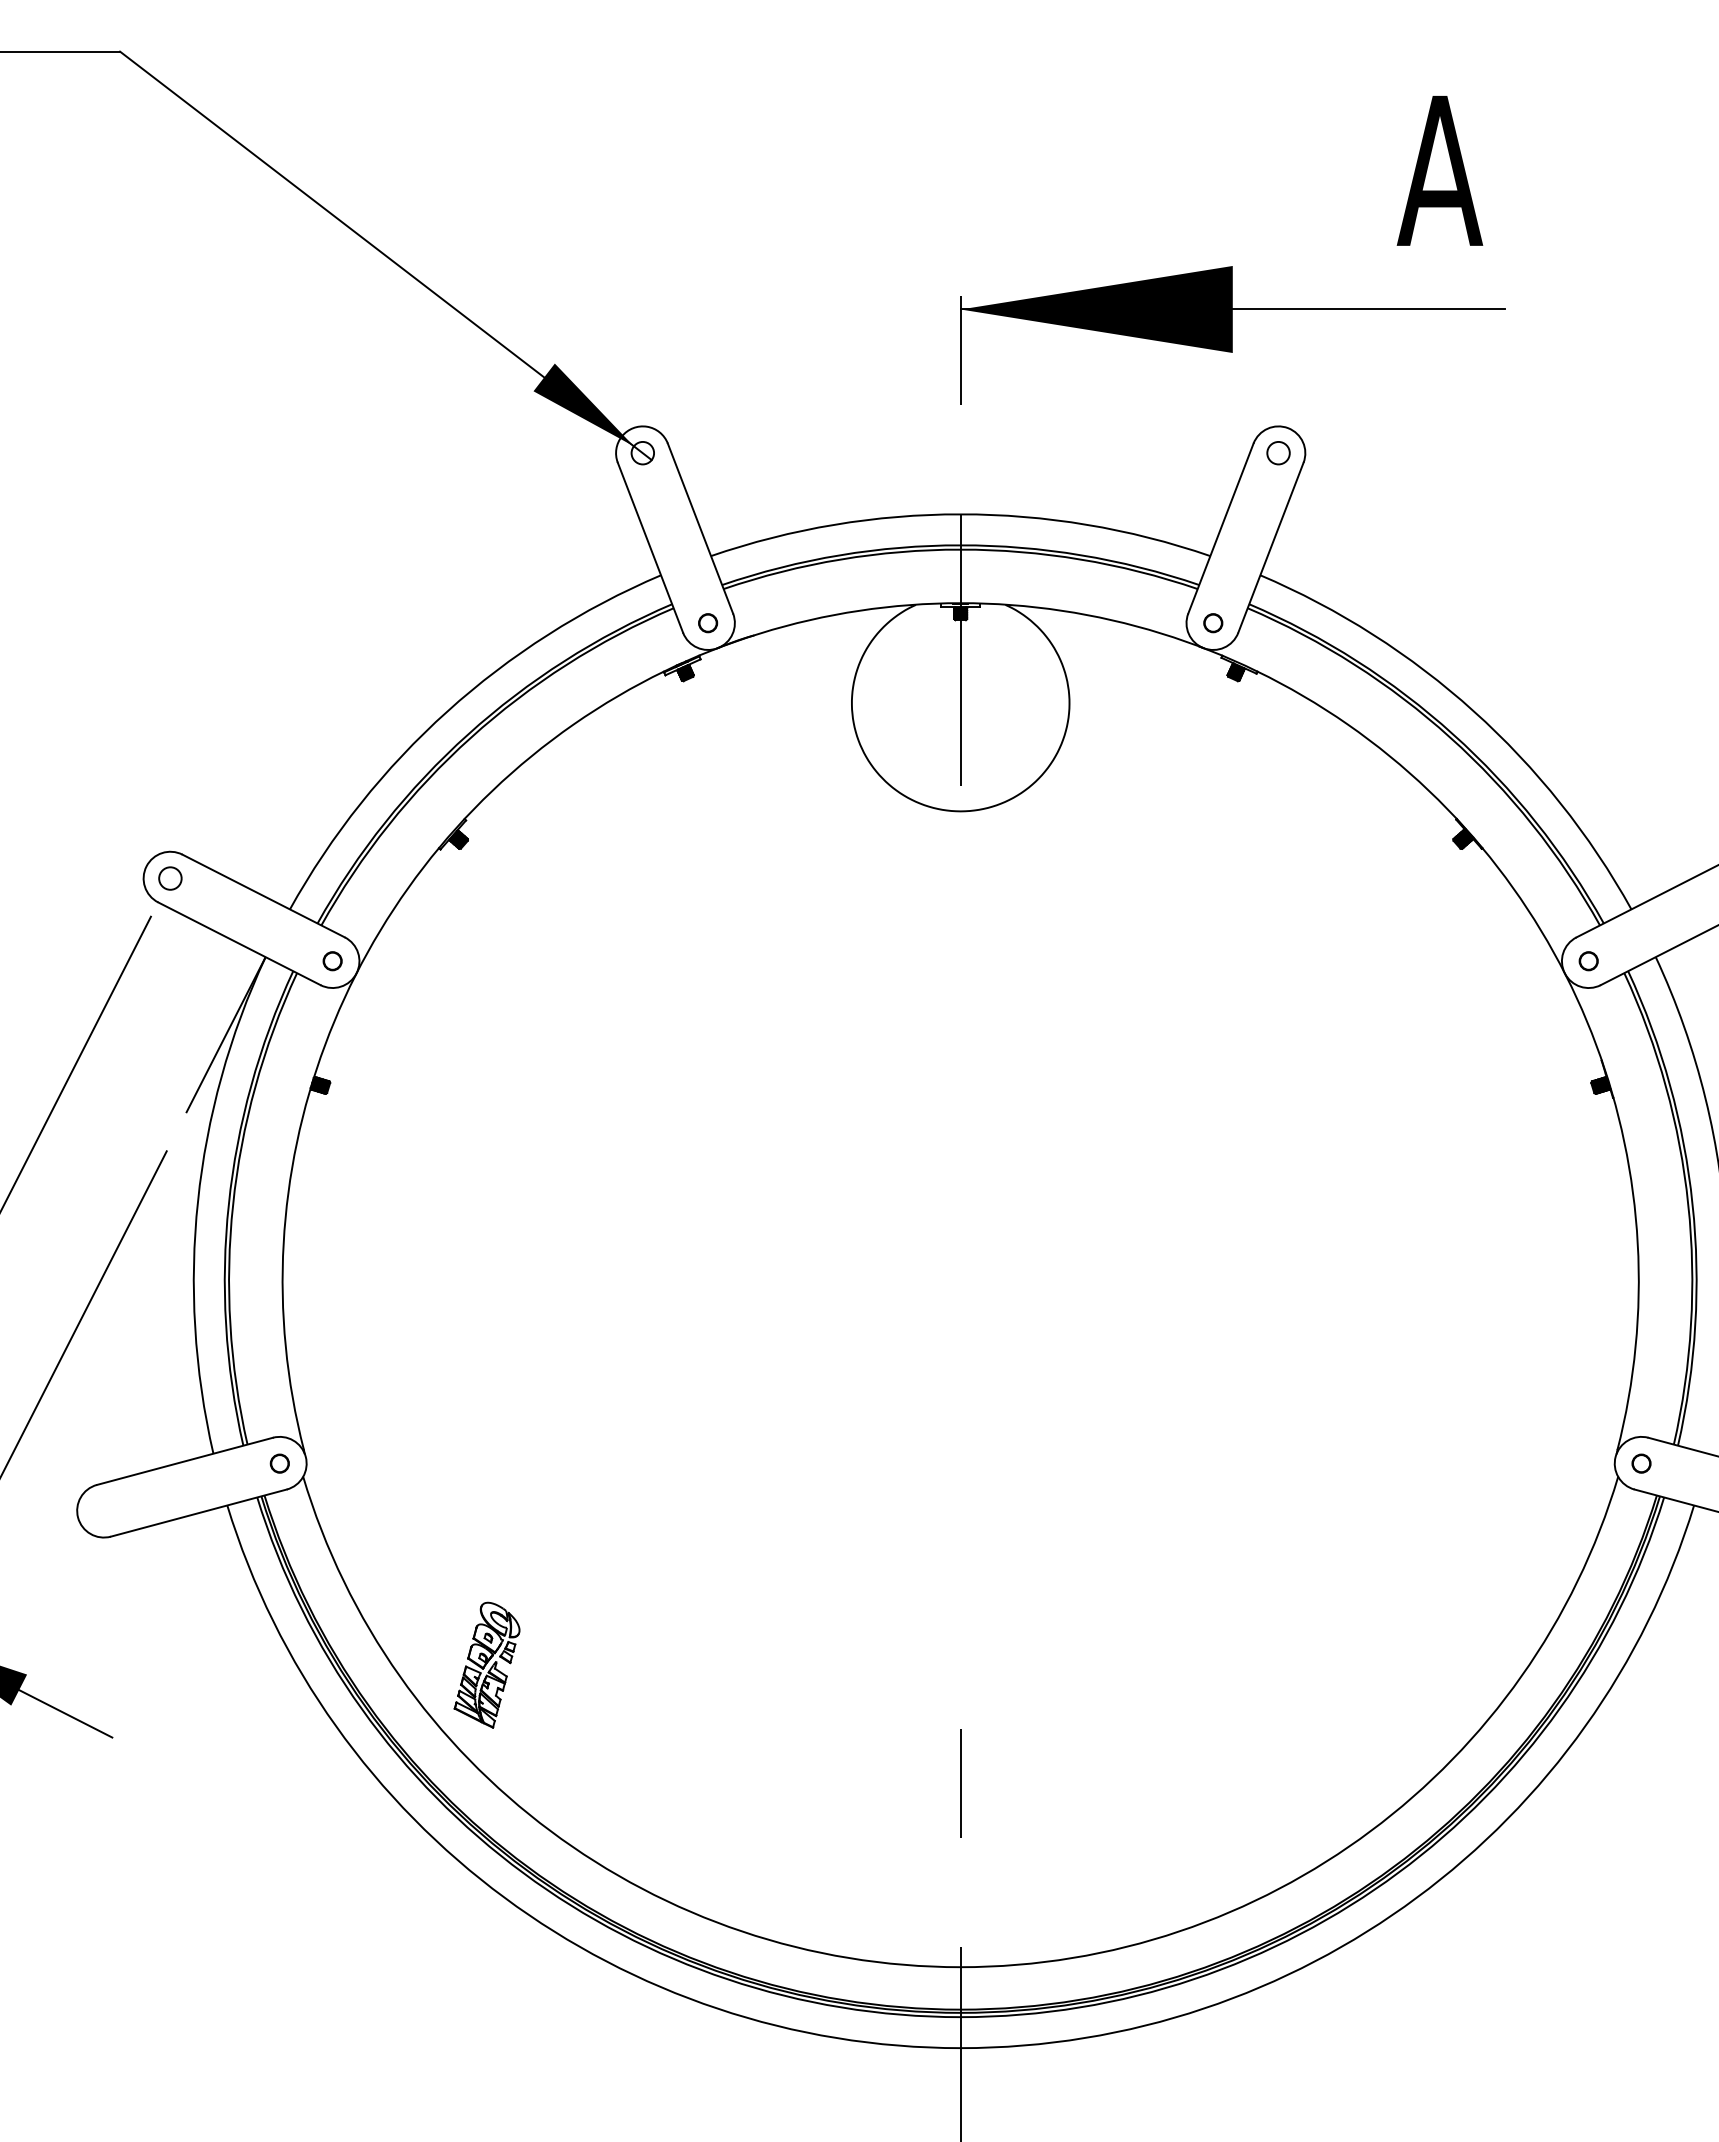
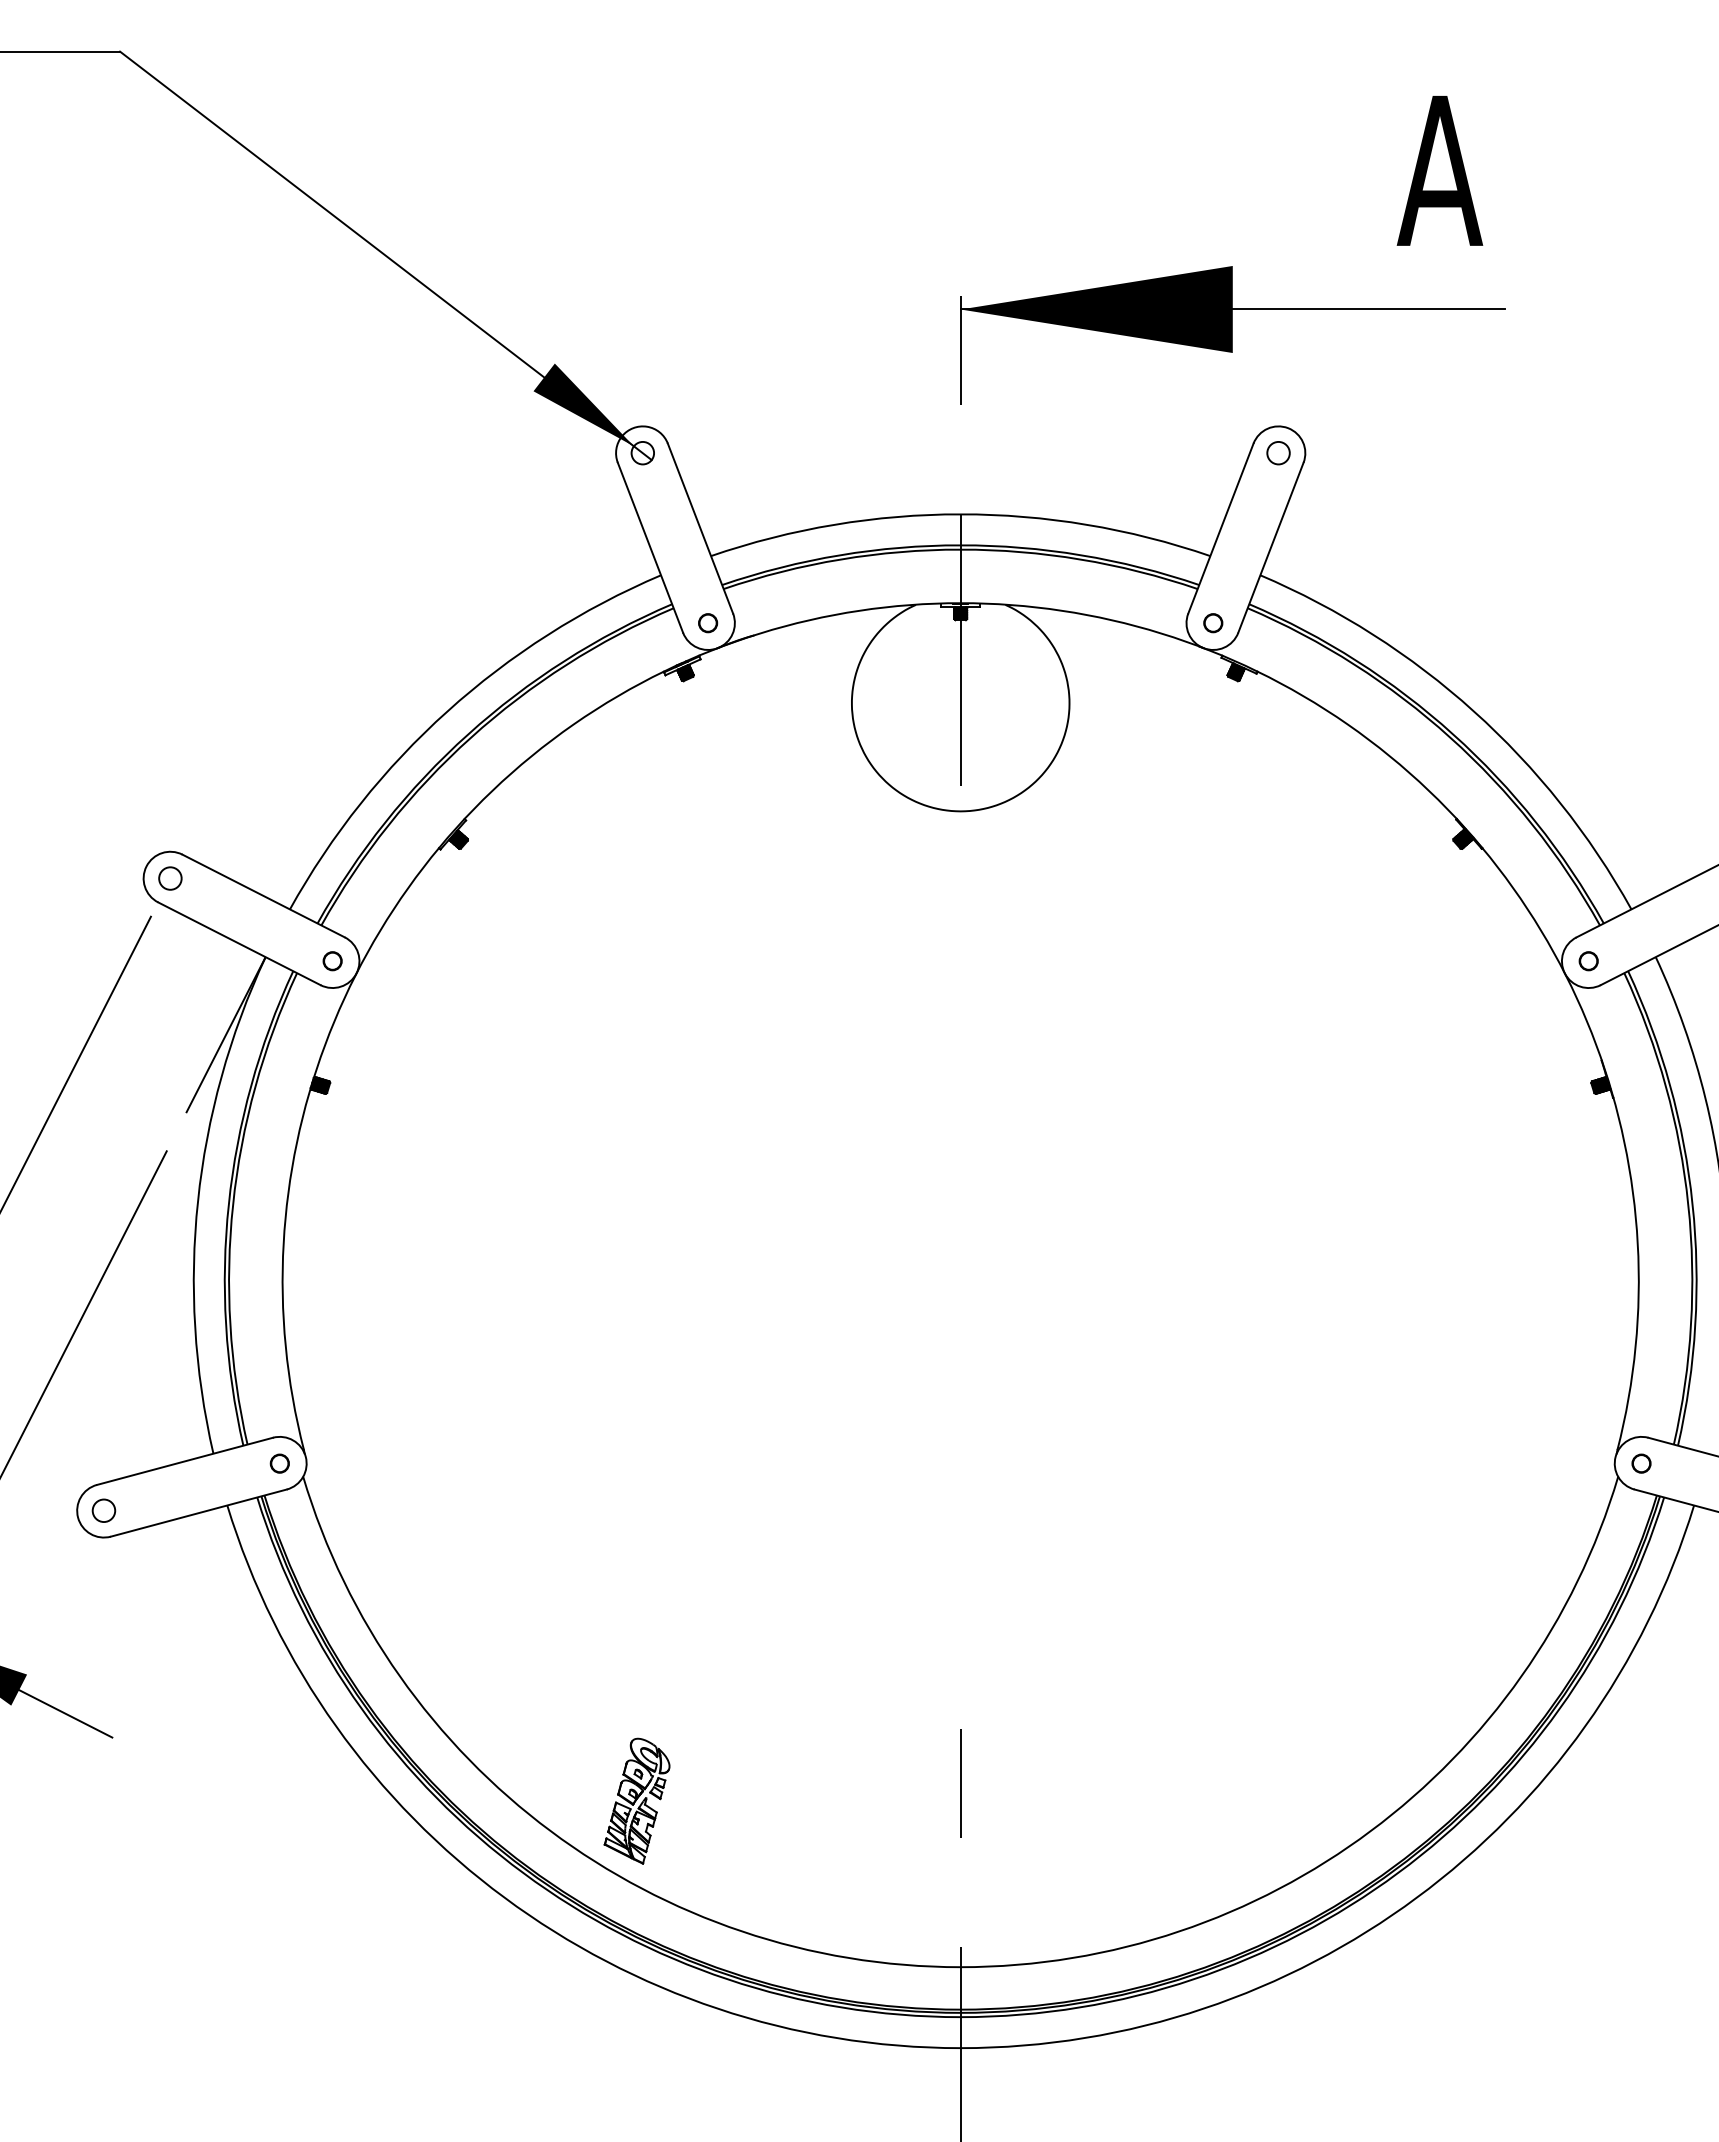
circle at (103, 1510): none -> present
part at (486, 1664) position: (486, 1664) -> (636, 1800)
